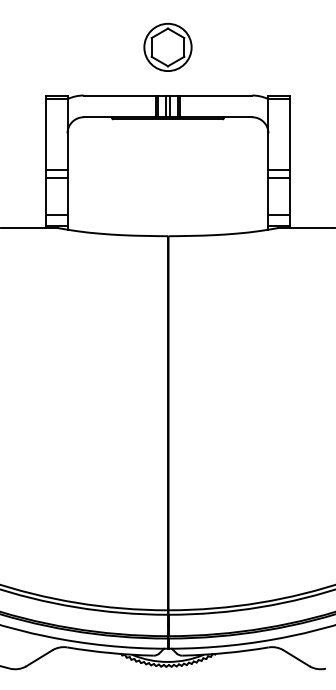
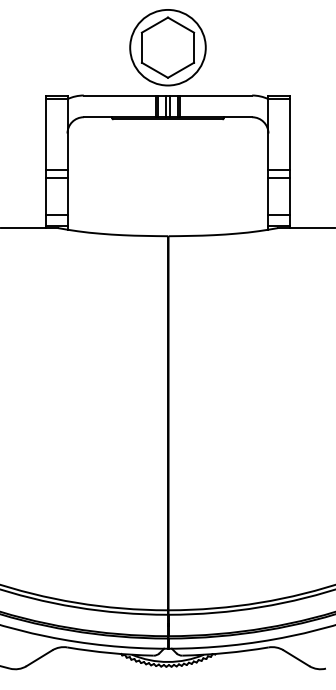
part at (167, 46) size: 50x50 px -> 78x78 px
